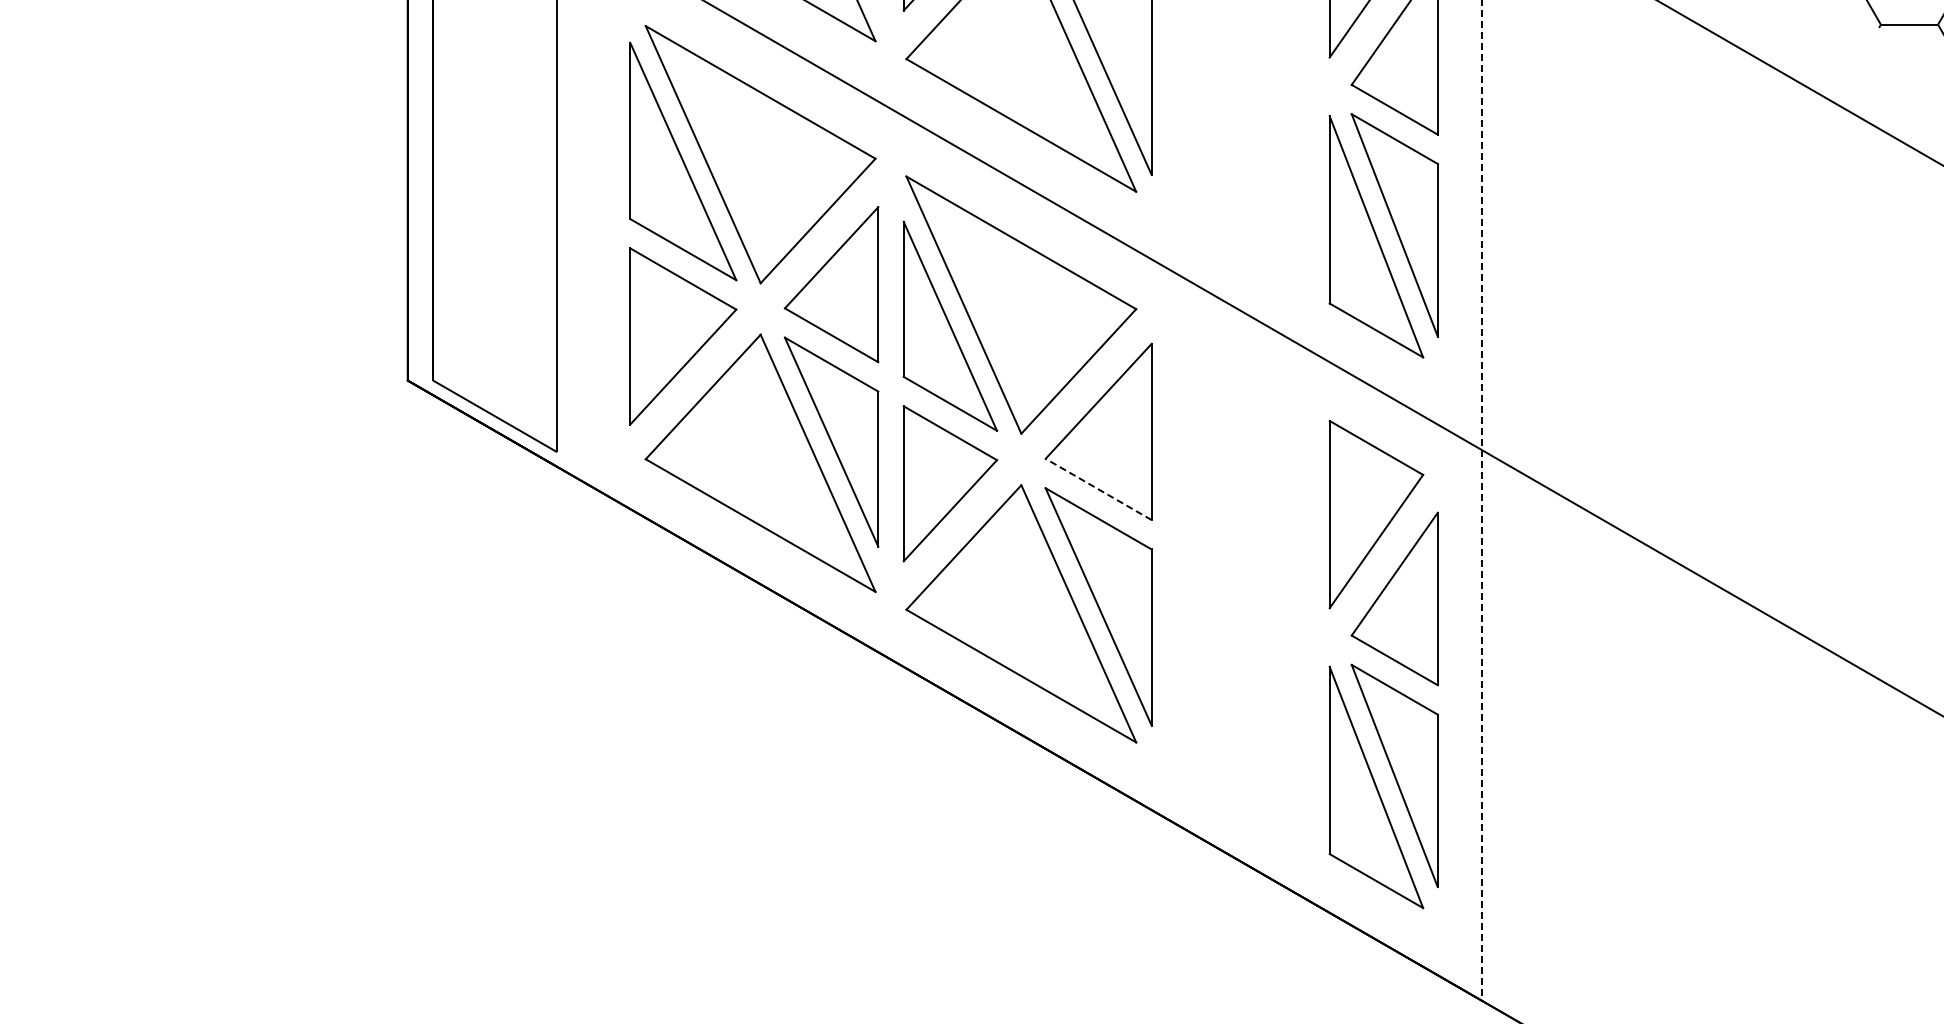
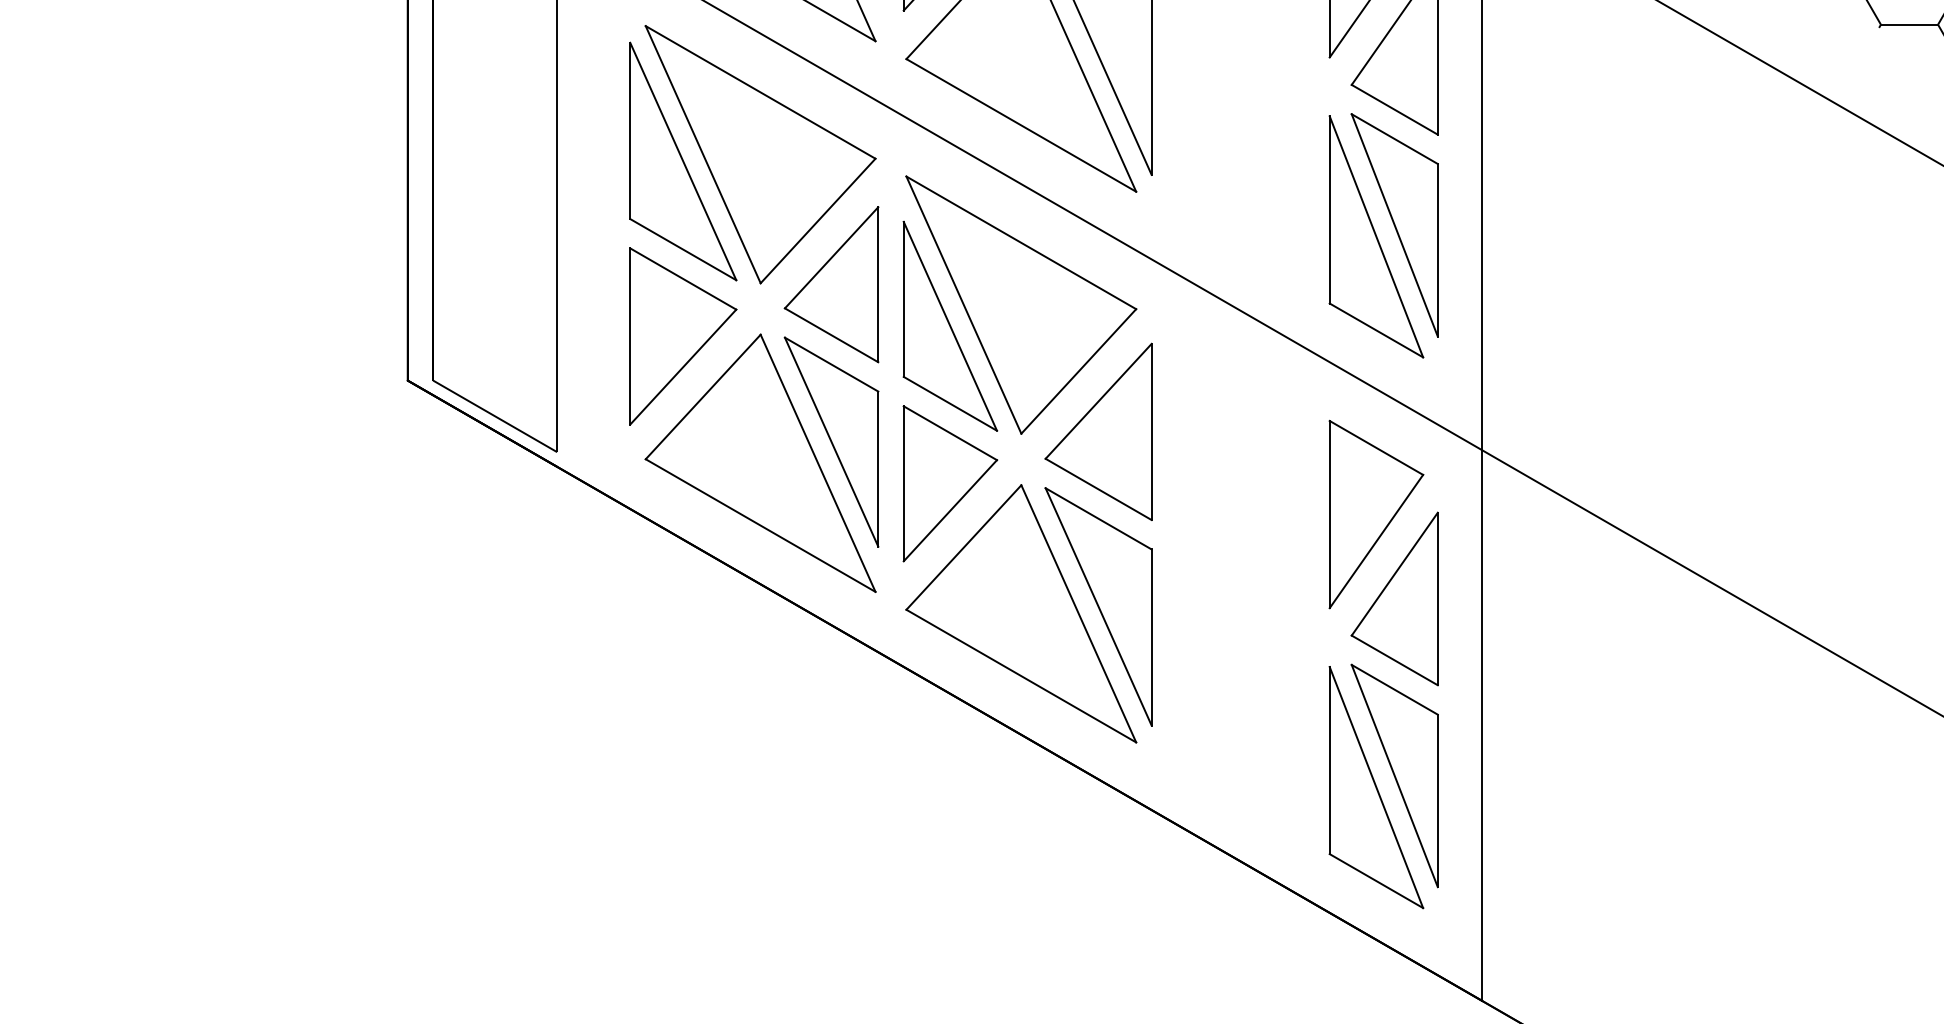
line at (1098, 489): dashed -> solid
line at (1482, 501): dashed -> solid
